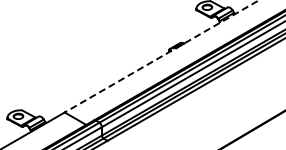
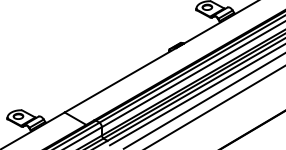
line at (161, 56): dashed -> solid
line at (195, 95): none -> present
line at (204, 100): none -> present
line at (215, 106): none -> present
